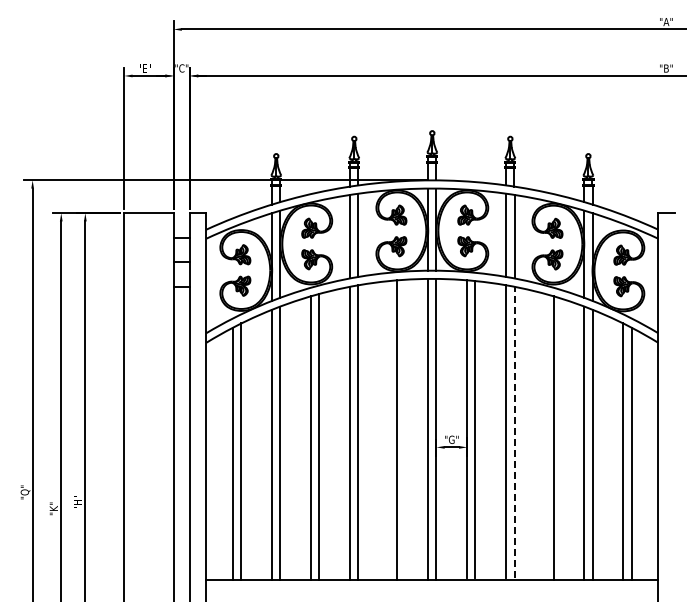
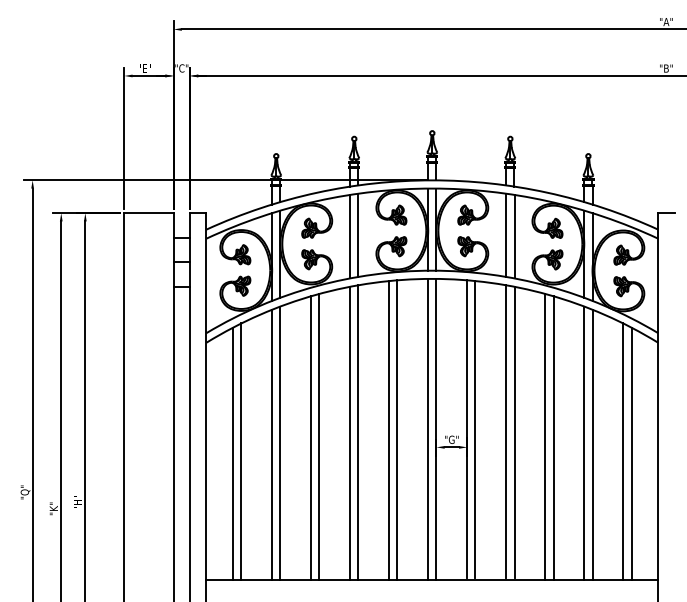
line at (389, 430): none -> present
line at (514, 432): dashed -> solid
line at (545, 436): none -> present
